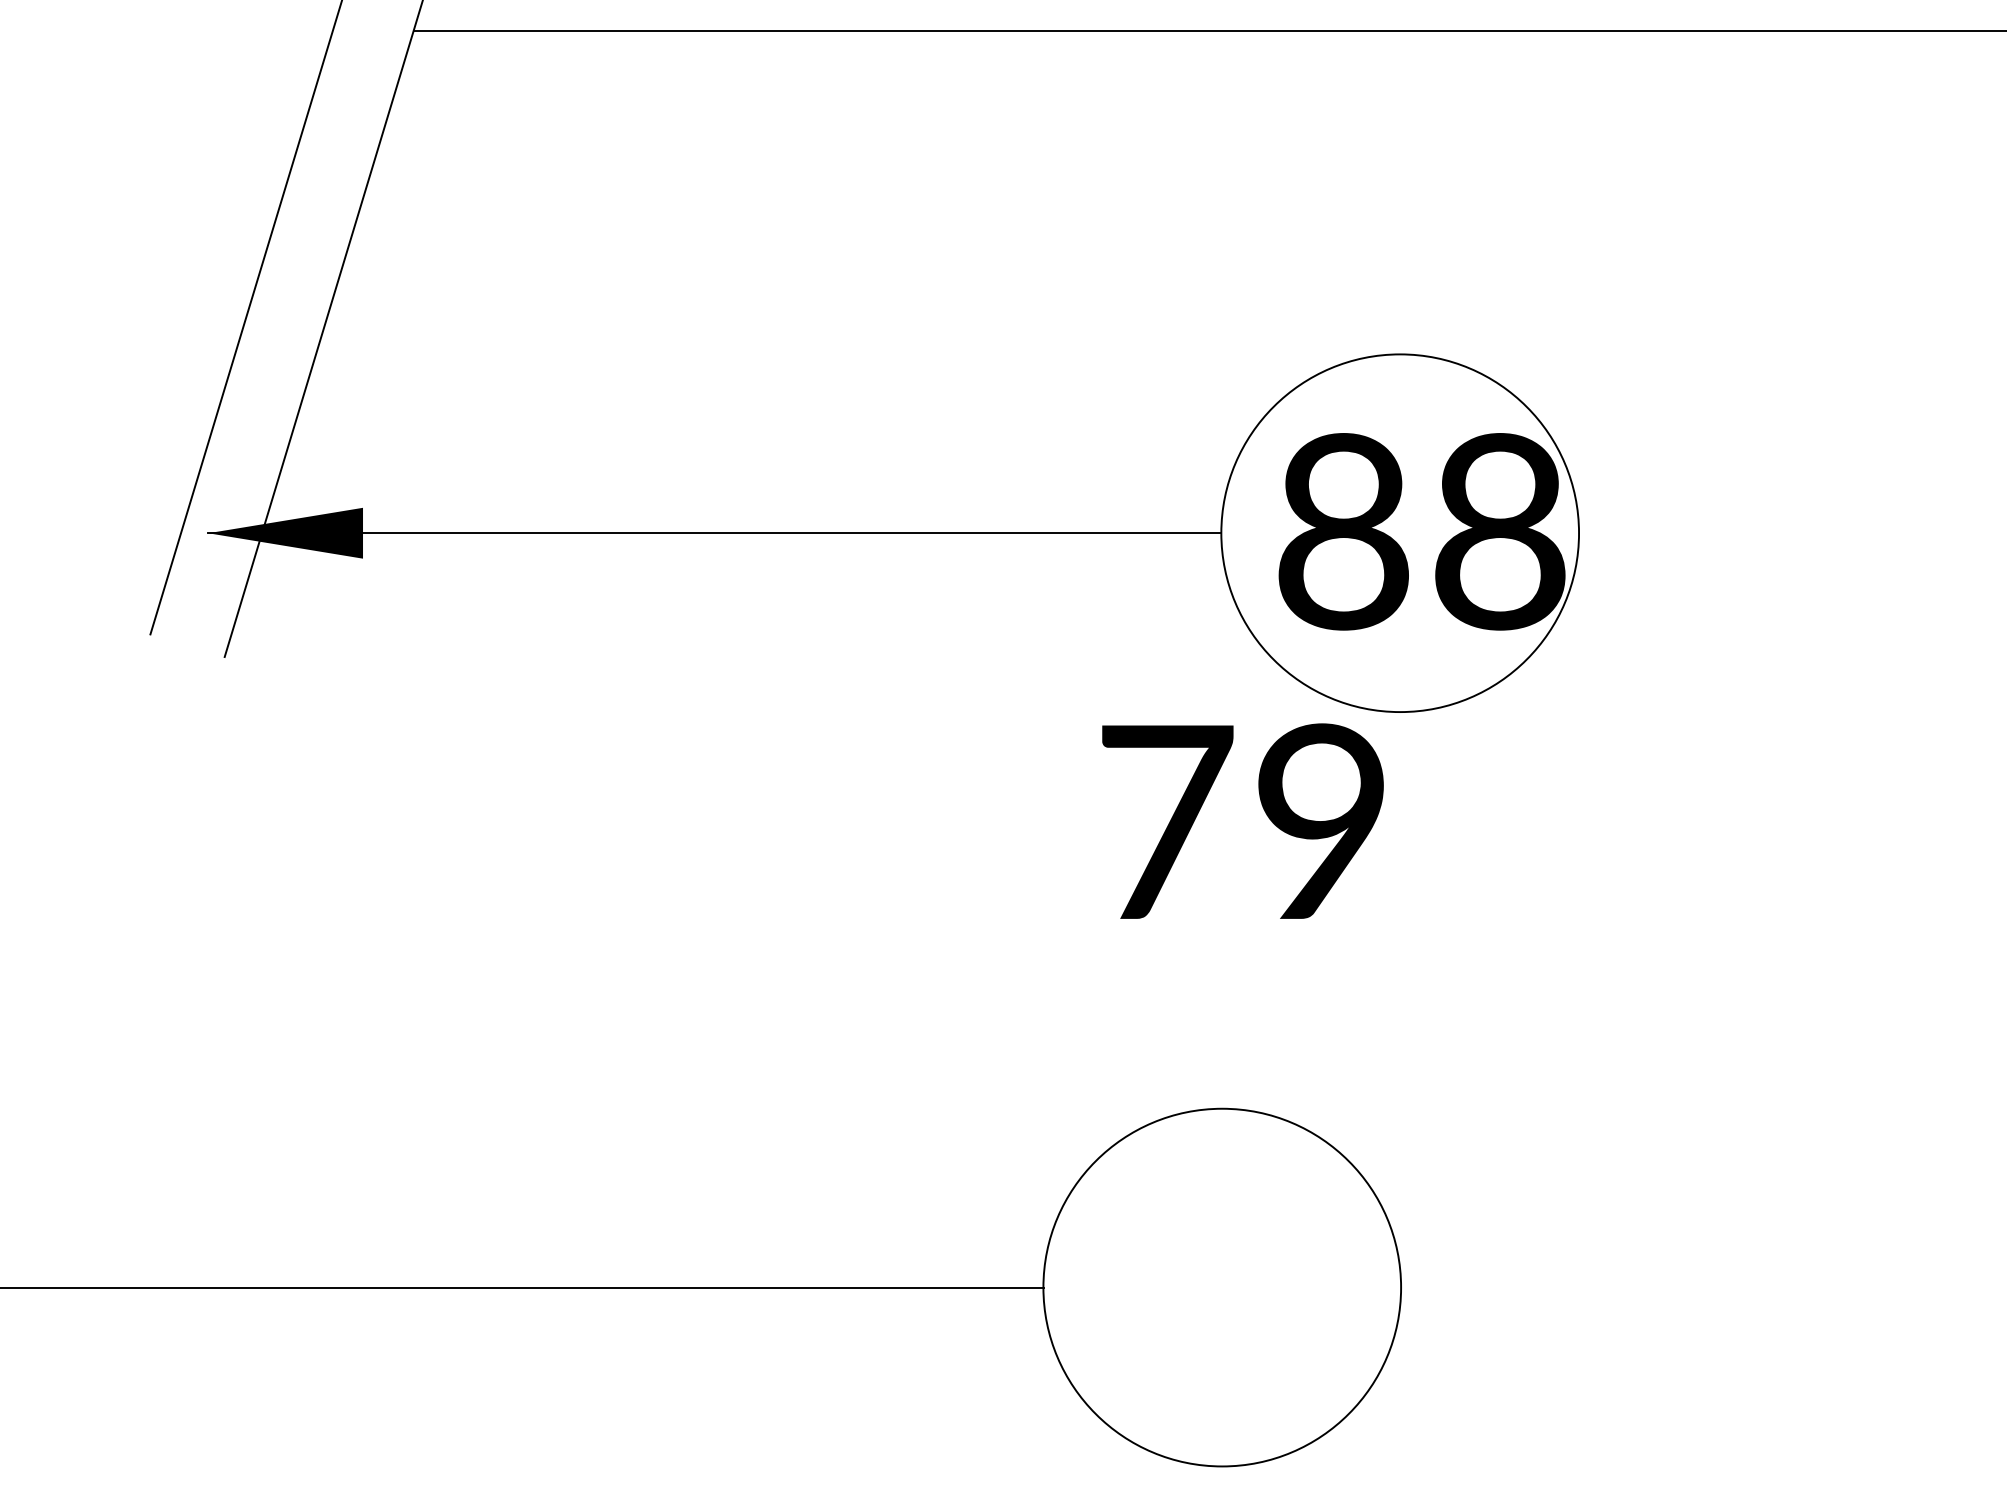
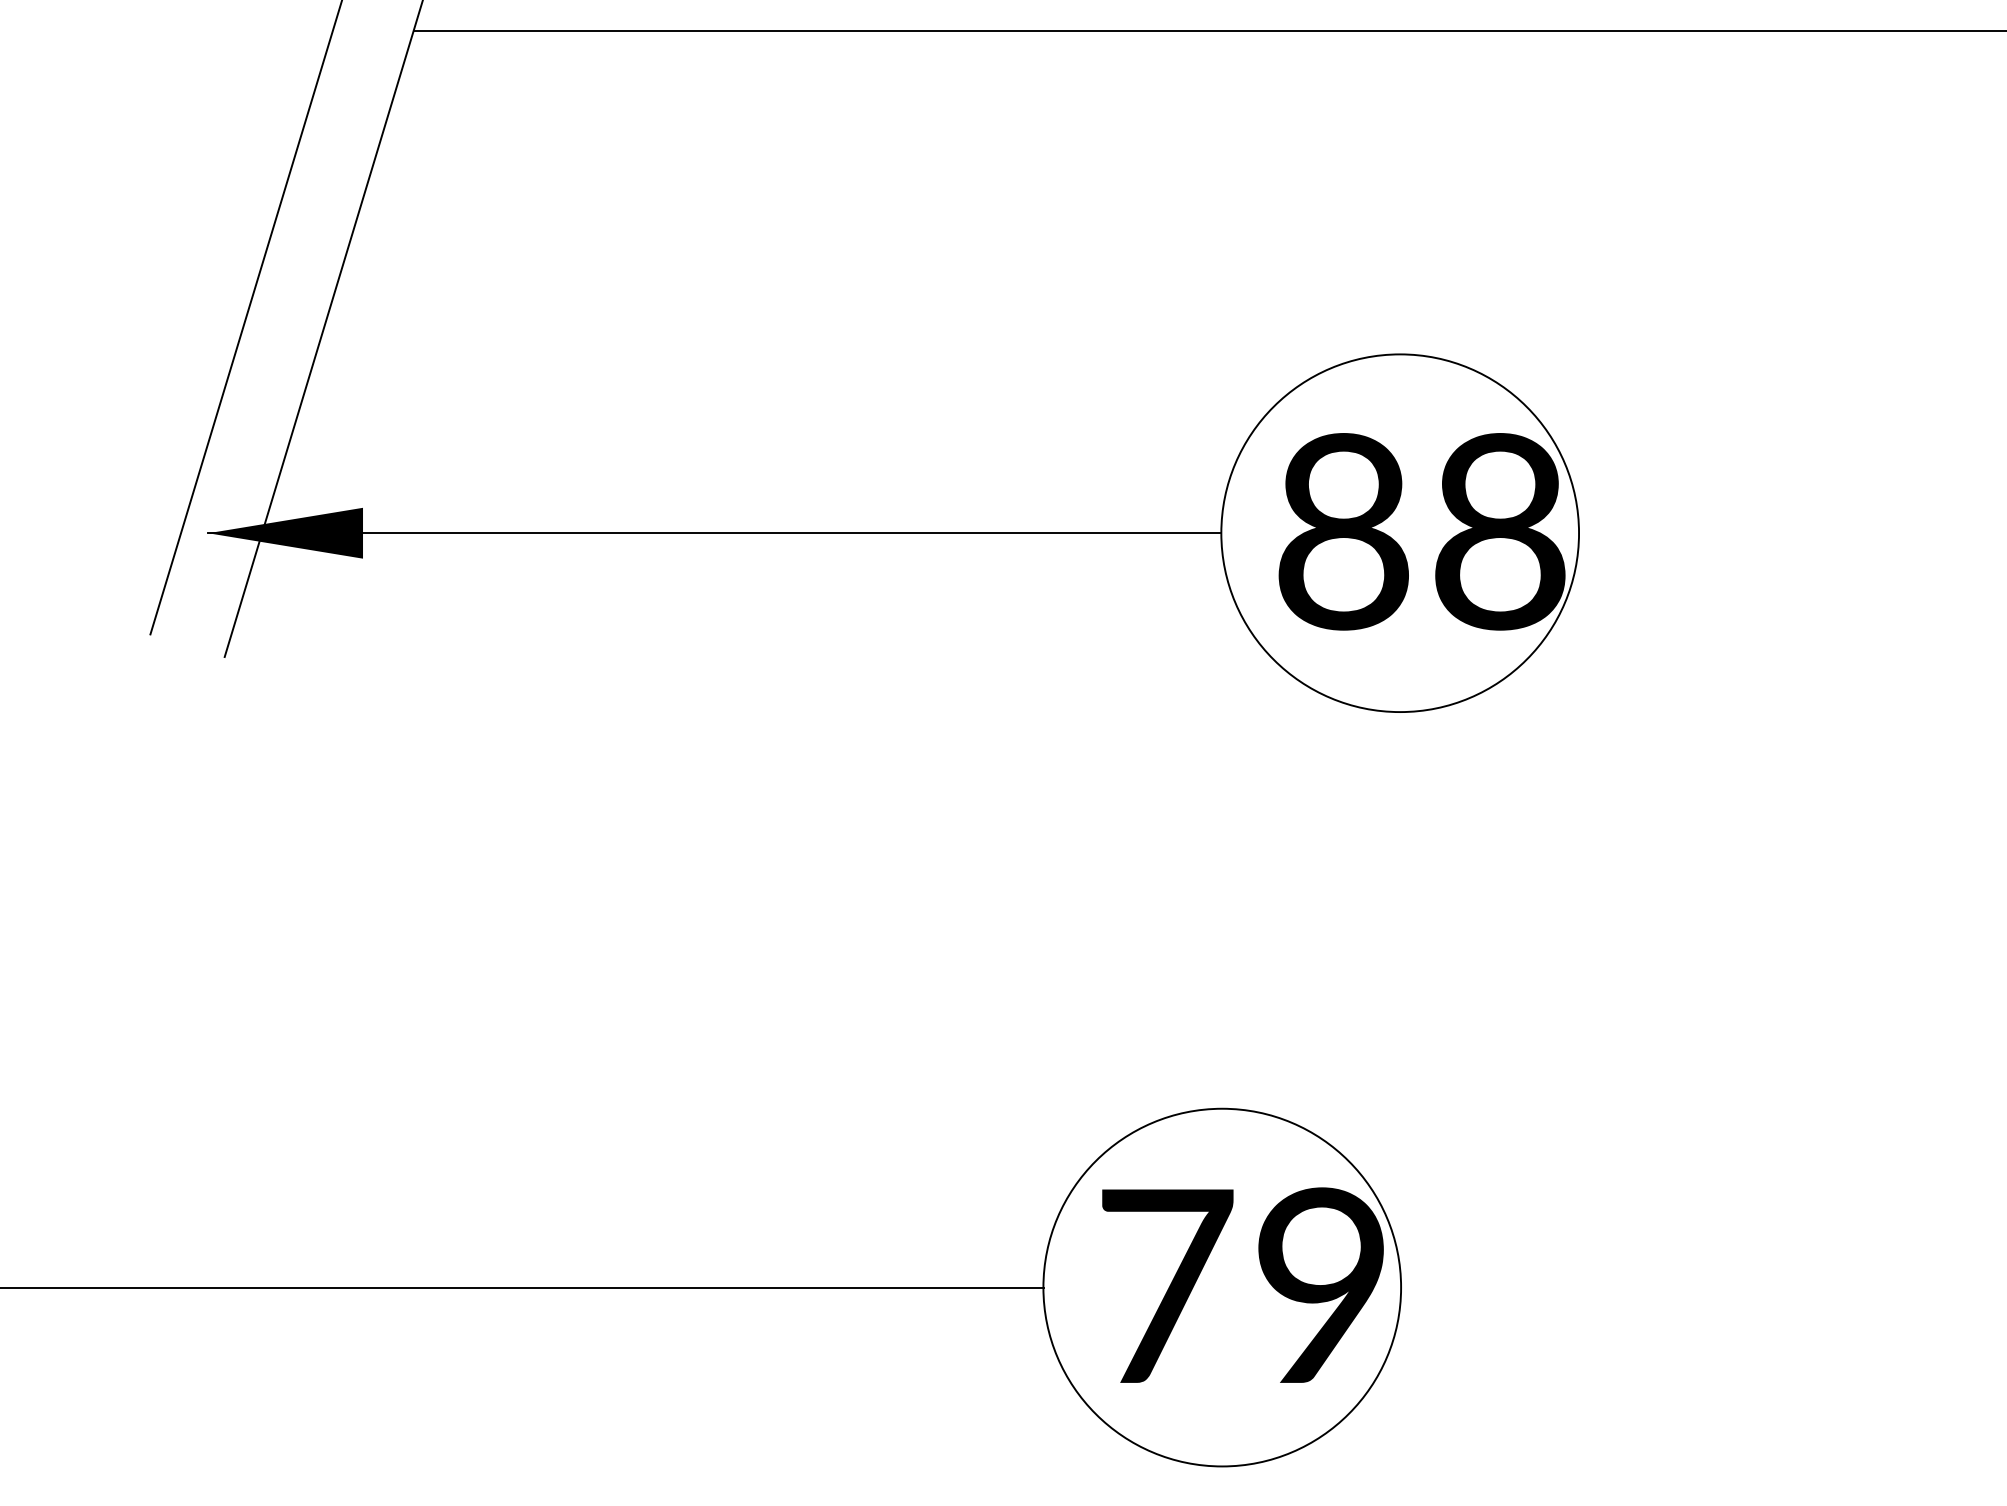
text at (1242, 820) position: (1242, 820) -> (1242, 1284)
